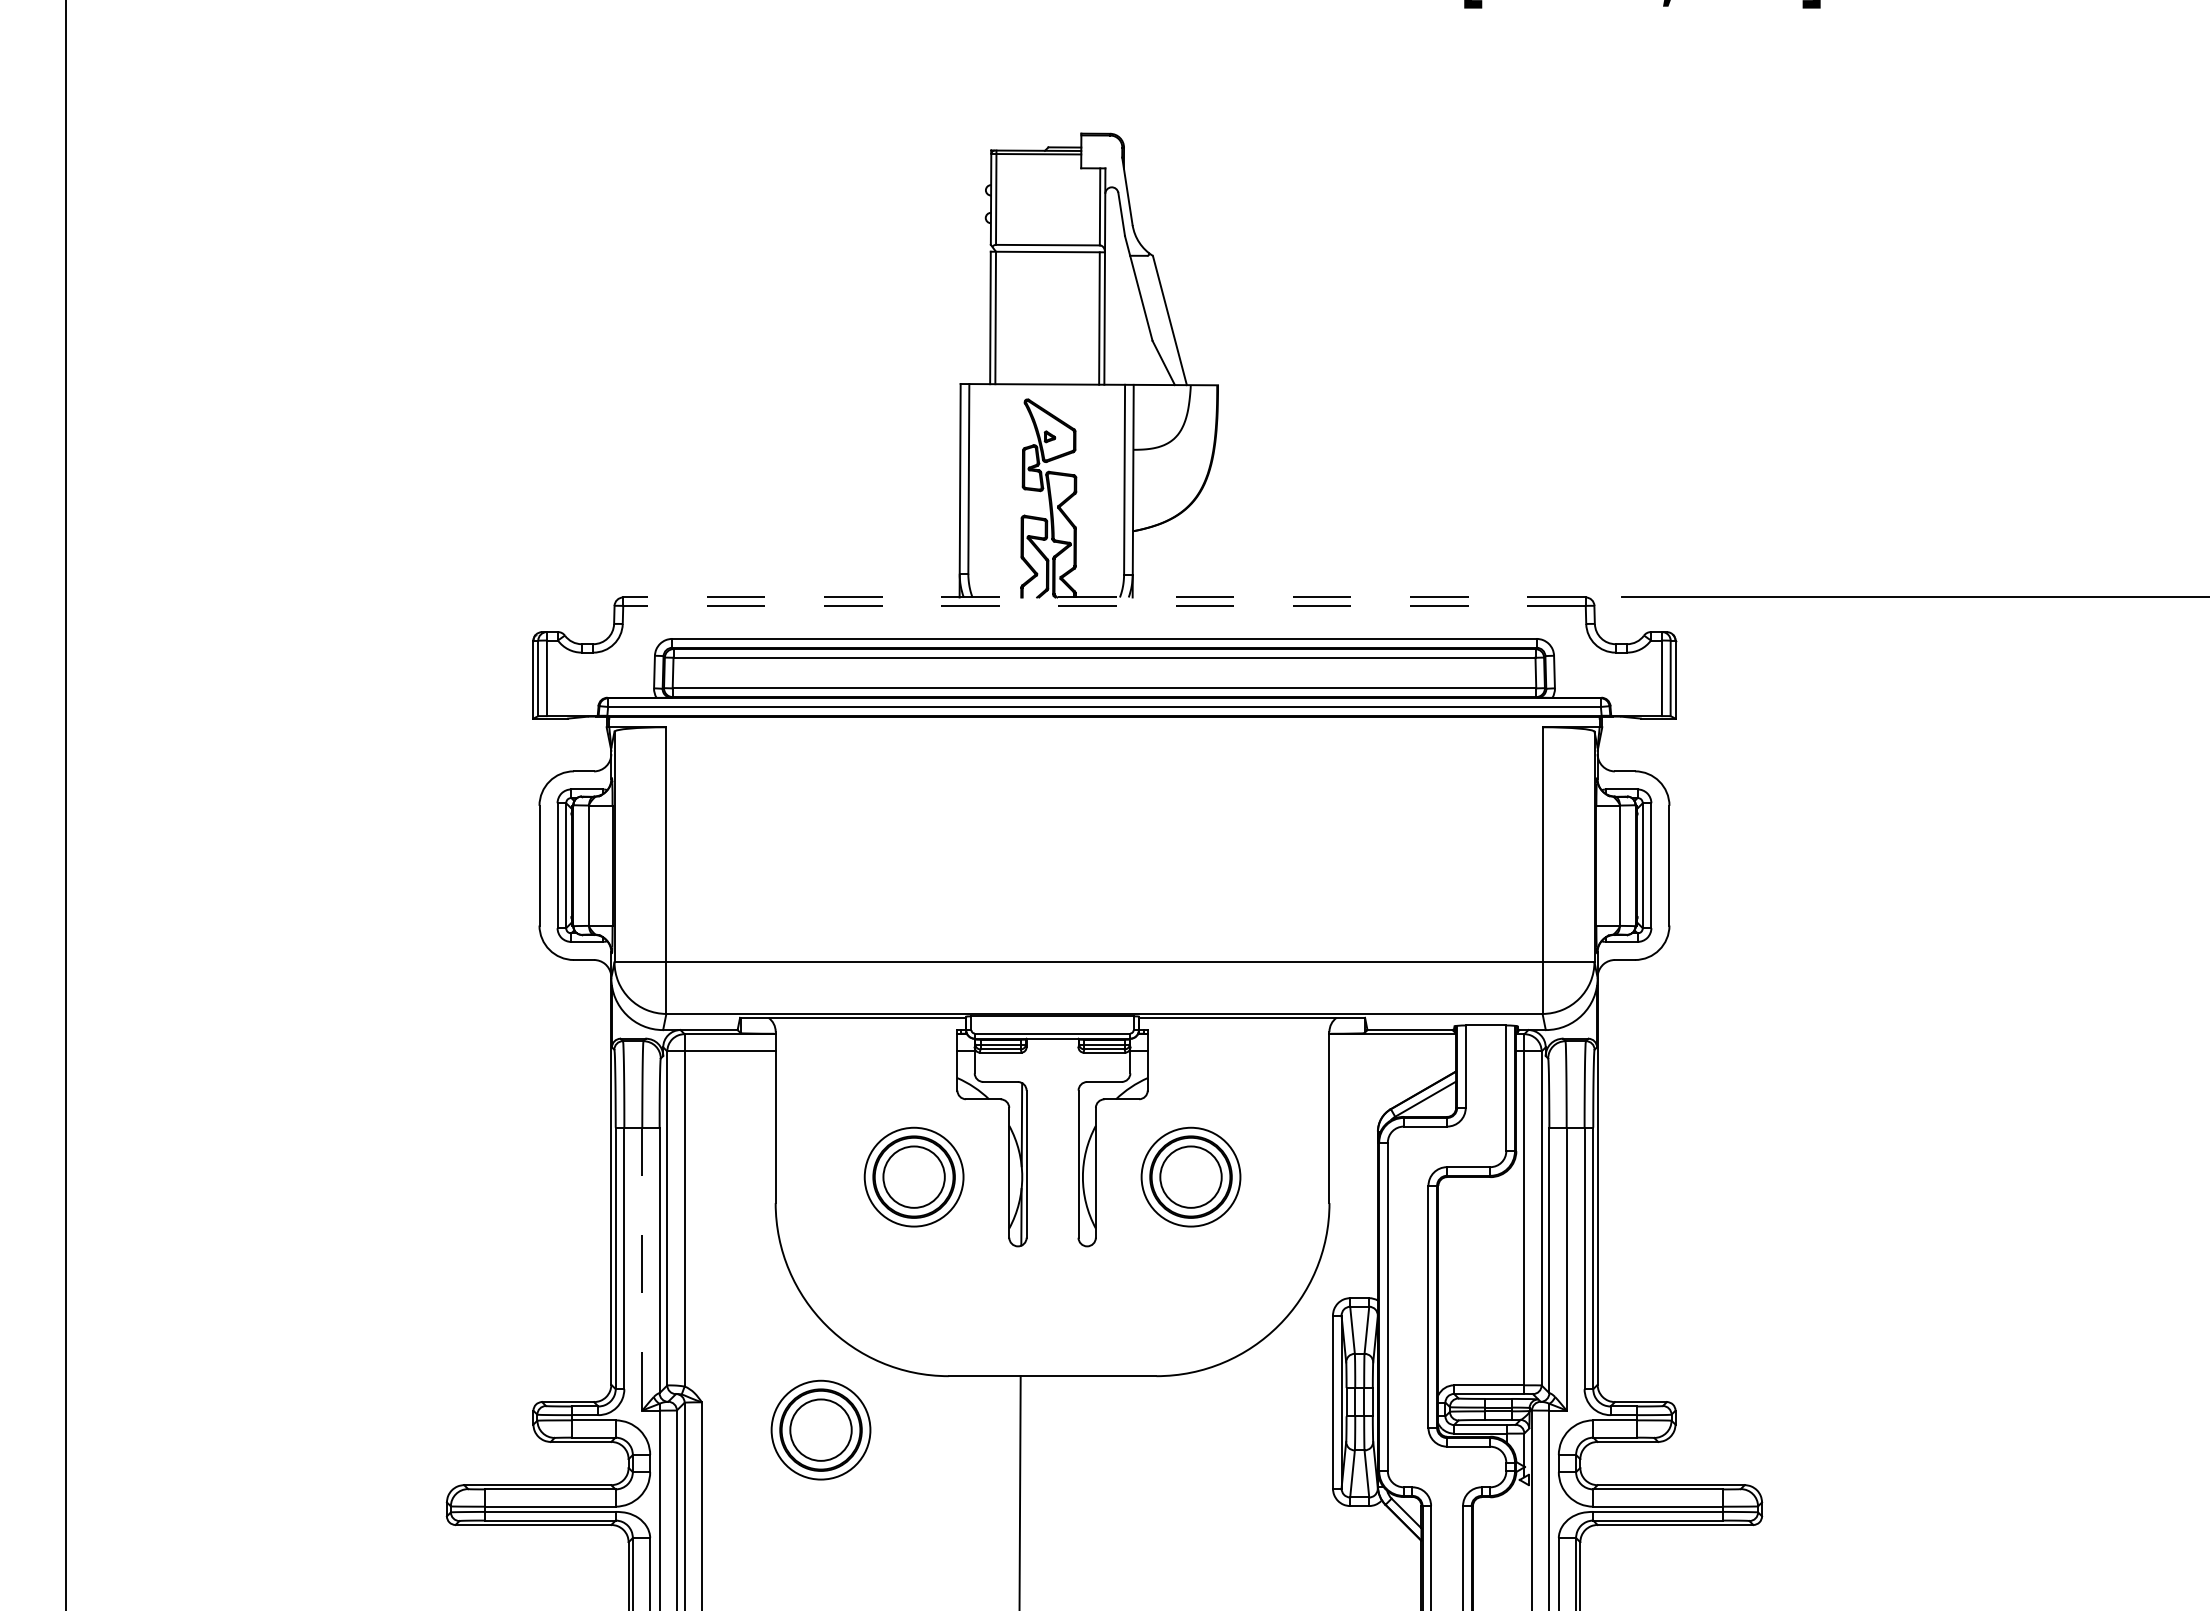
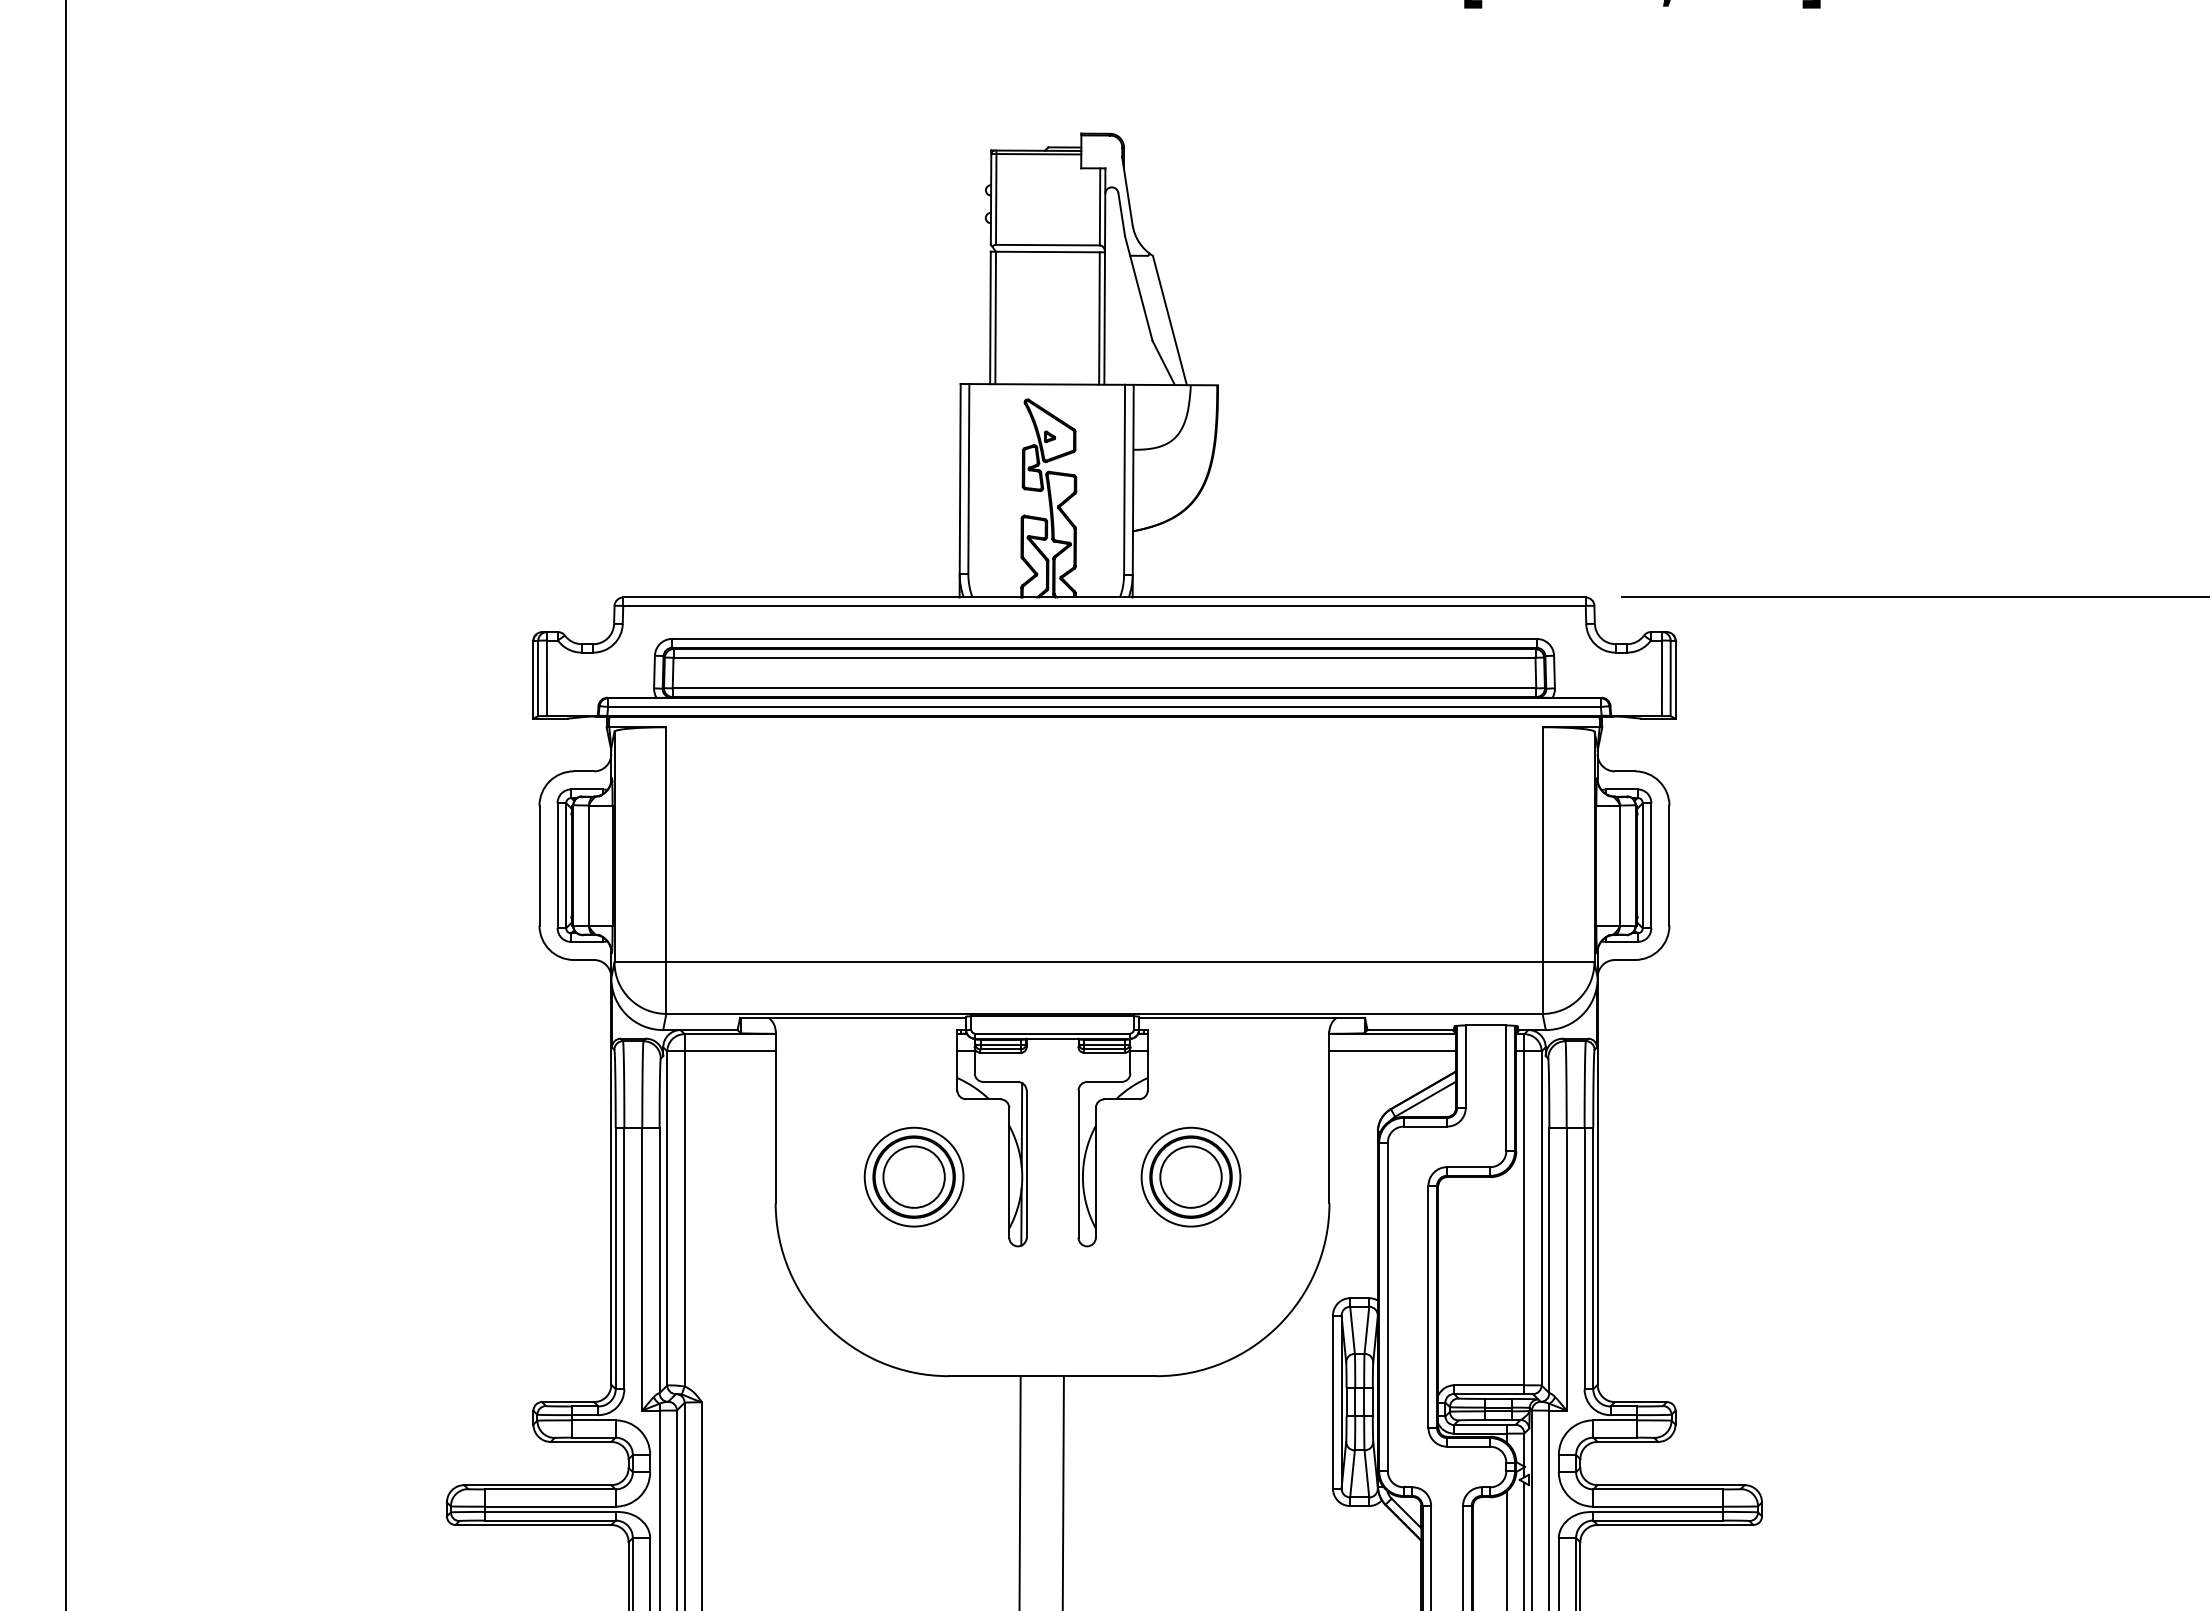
line at (1104, 597): dashed -> solid
line at (1104, 605): dashed -> solid
line at (1392, 1051): none -> present
line at (642, 1268): dashed -> solid
part at (820, 1429): present -> none
line at (1062, 1491): none -> present
line at (1524, 1544): none -> present
line at (1507, 1549): none -> present
